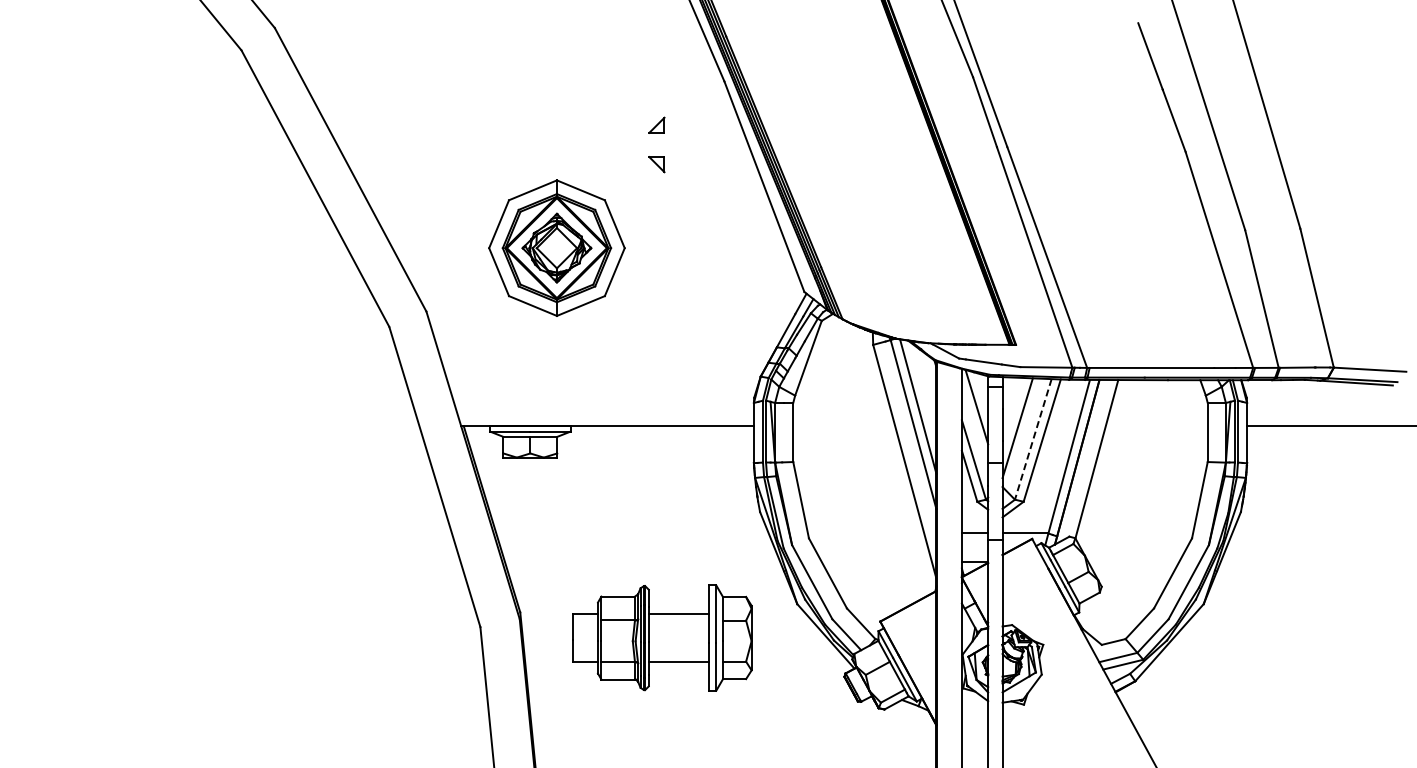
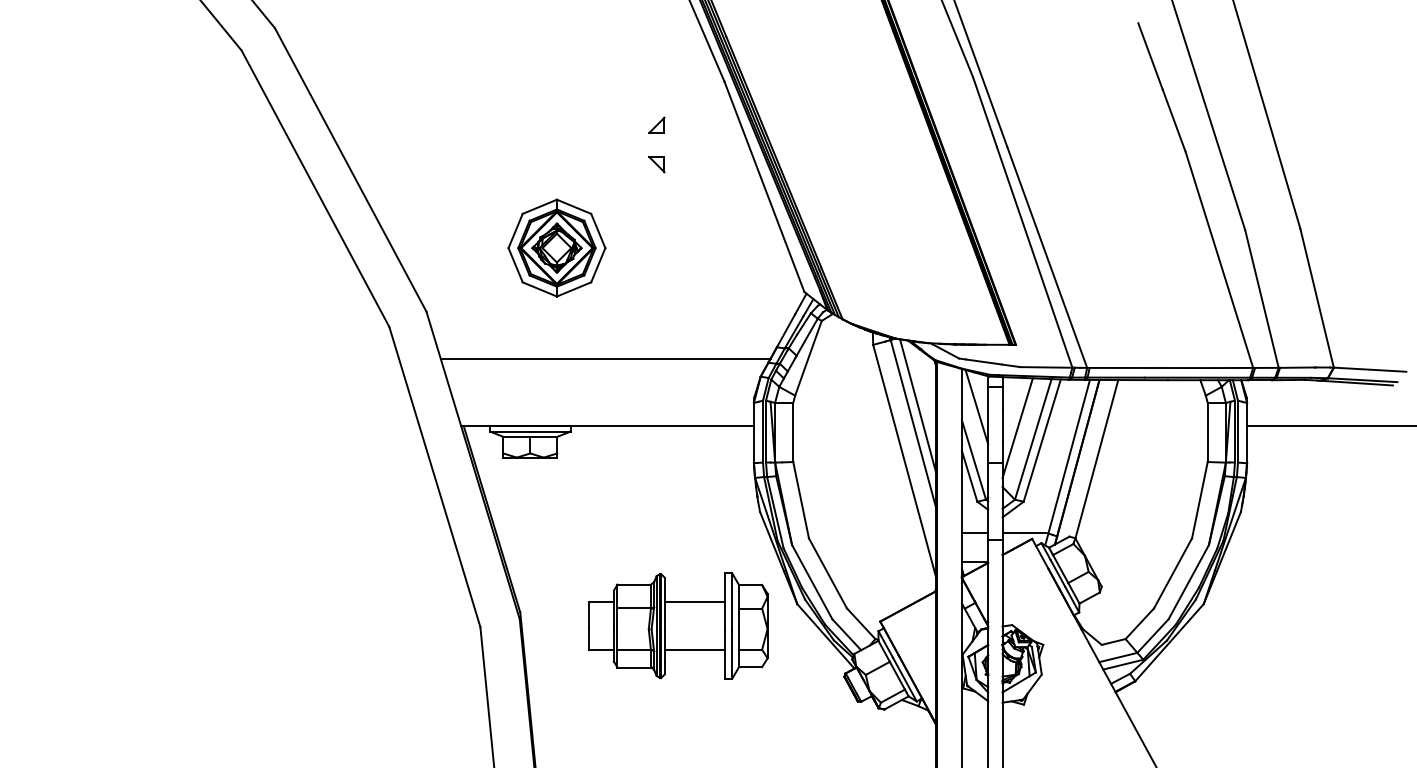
part at (556, 247) size: 138x138 px -> 100x100 px
line at (605, 358): none -> present
line at (1033, 439): dashed -> solid
part at (662, 637) position: (662, 637) -> (678, 625)
